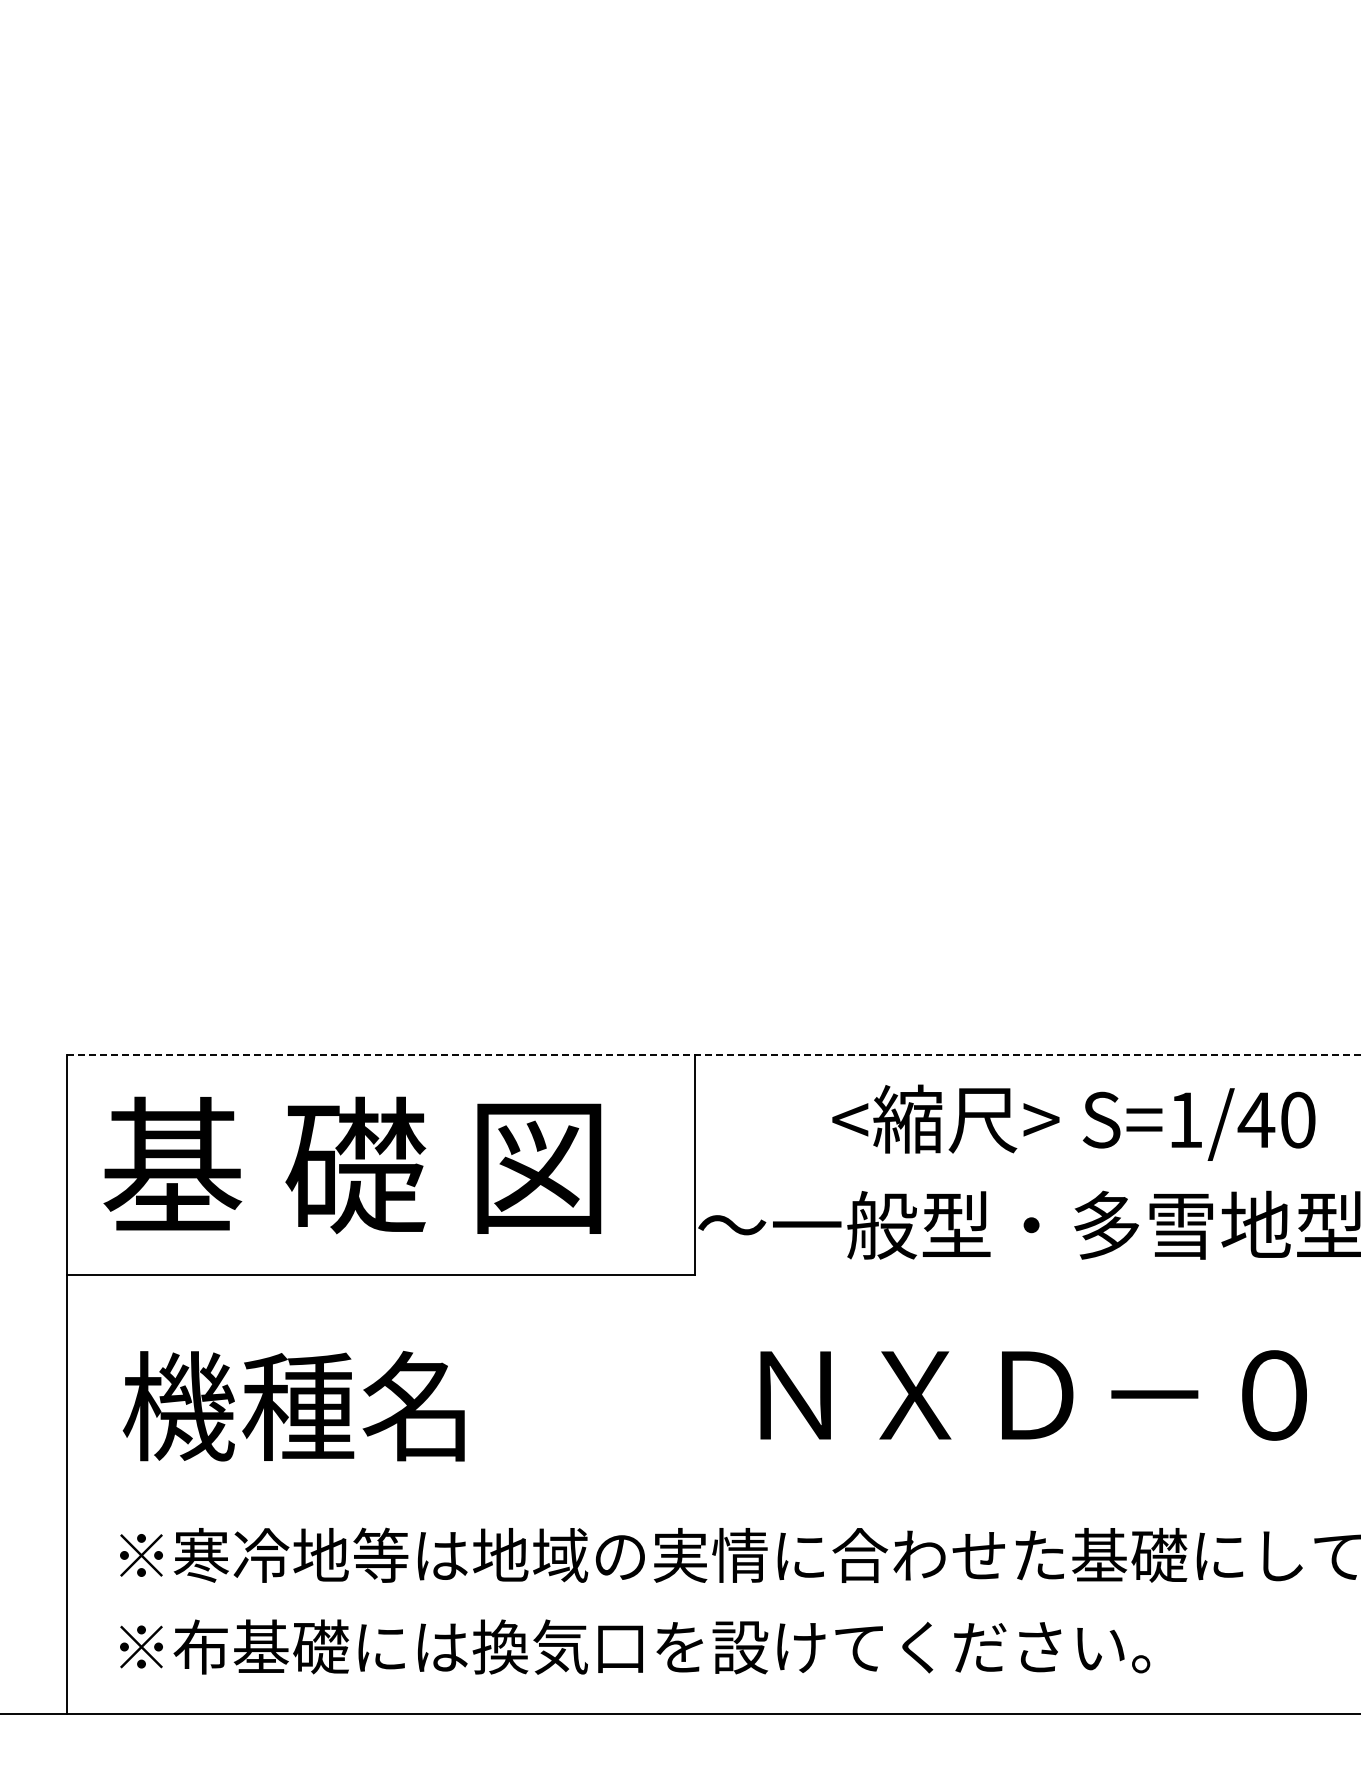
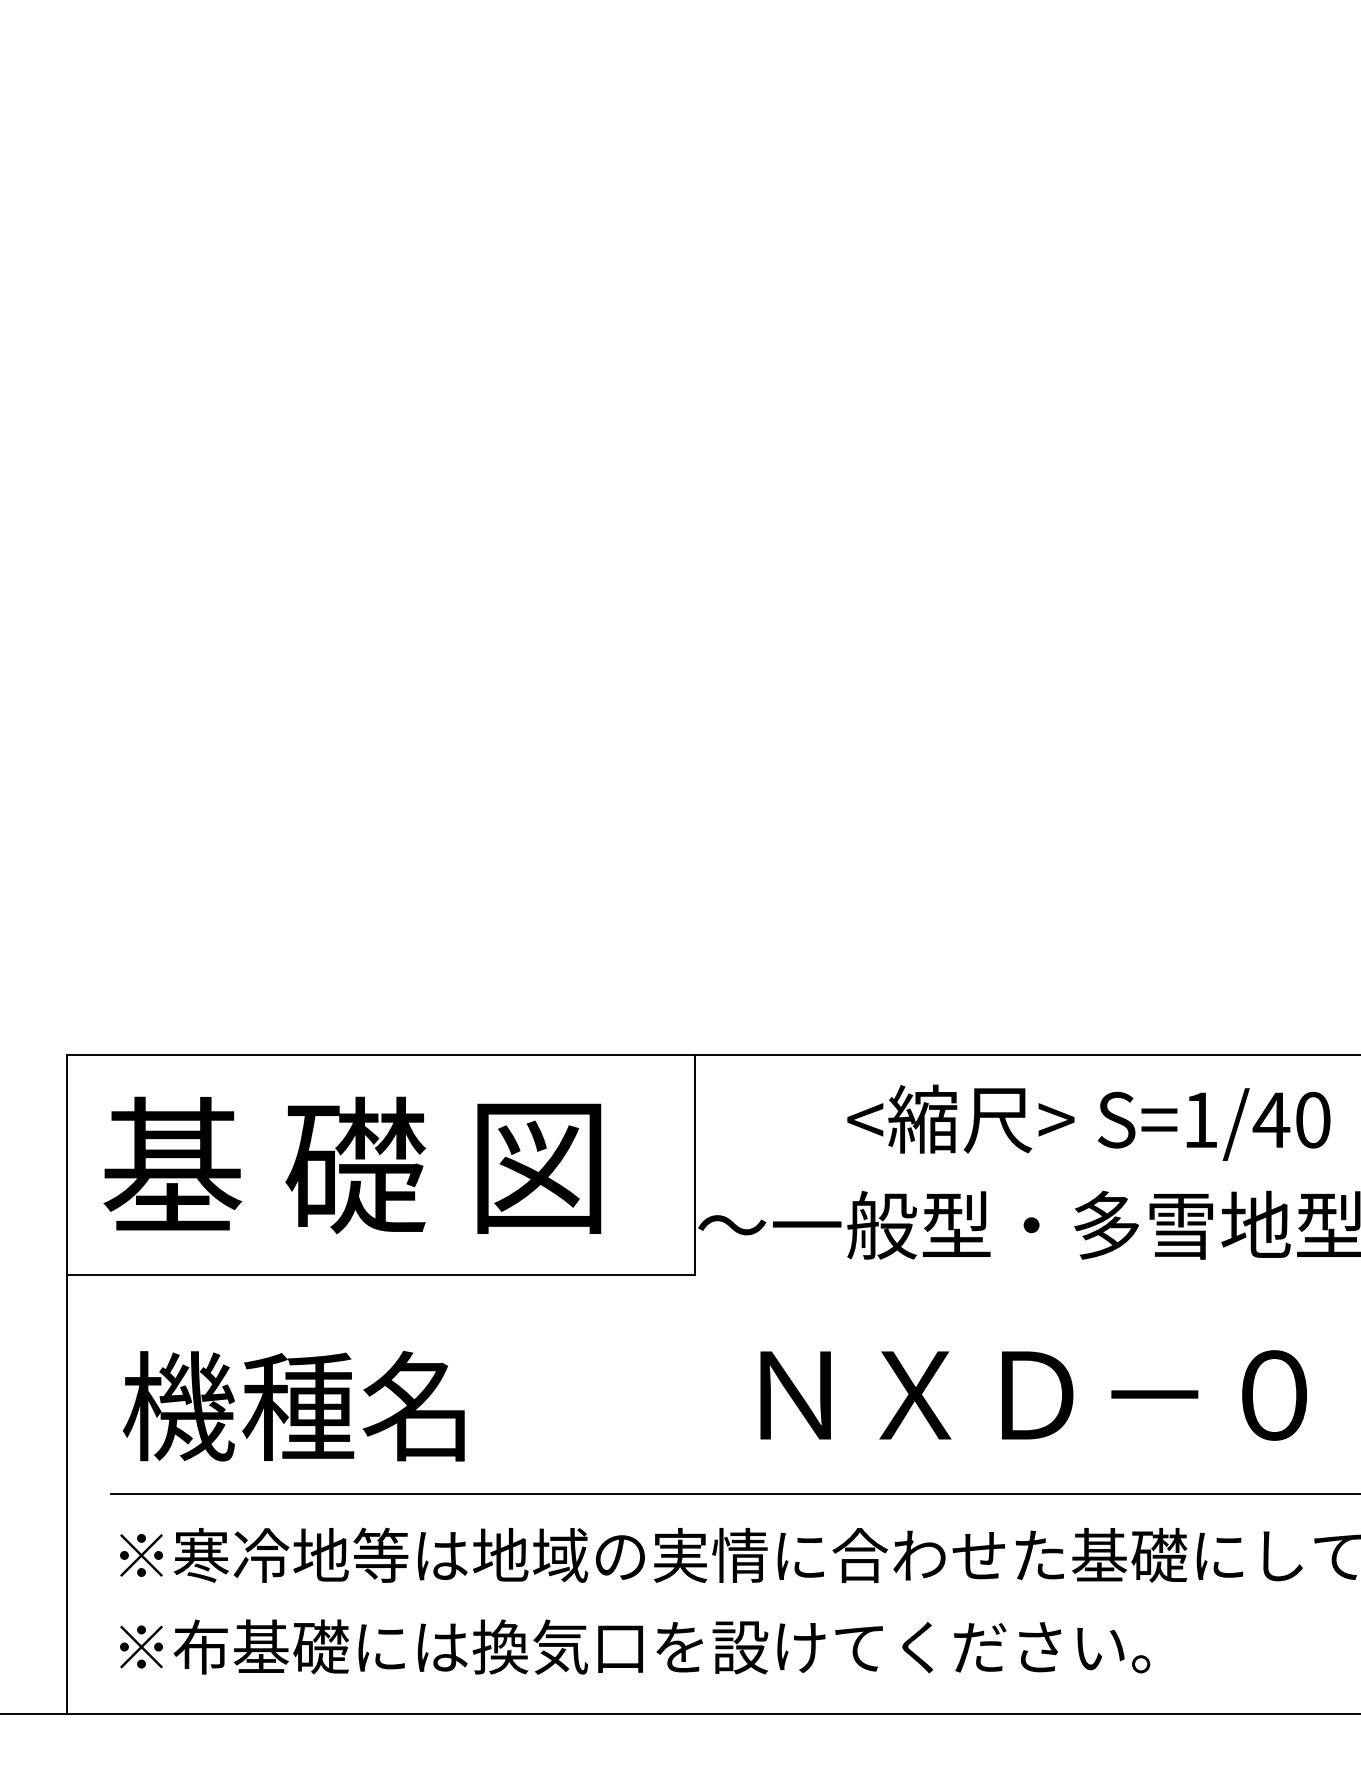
line at (714, 1055): dashed -> solid
text at (1073, 1122) position: (1073, 1122) -> (1088, 1122)
line at (734, 1494): none -> present
